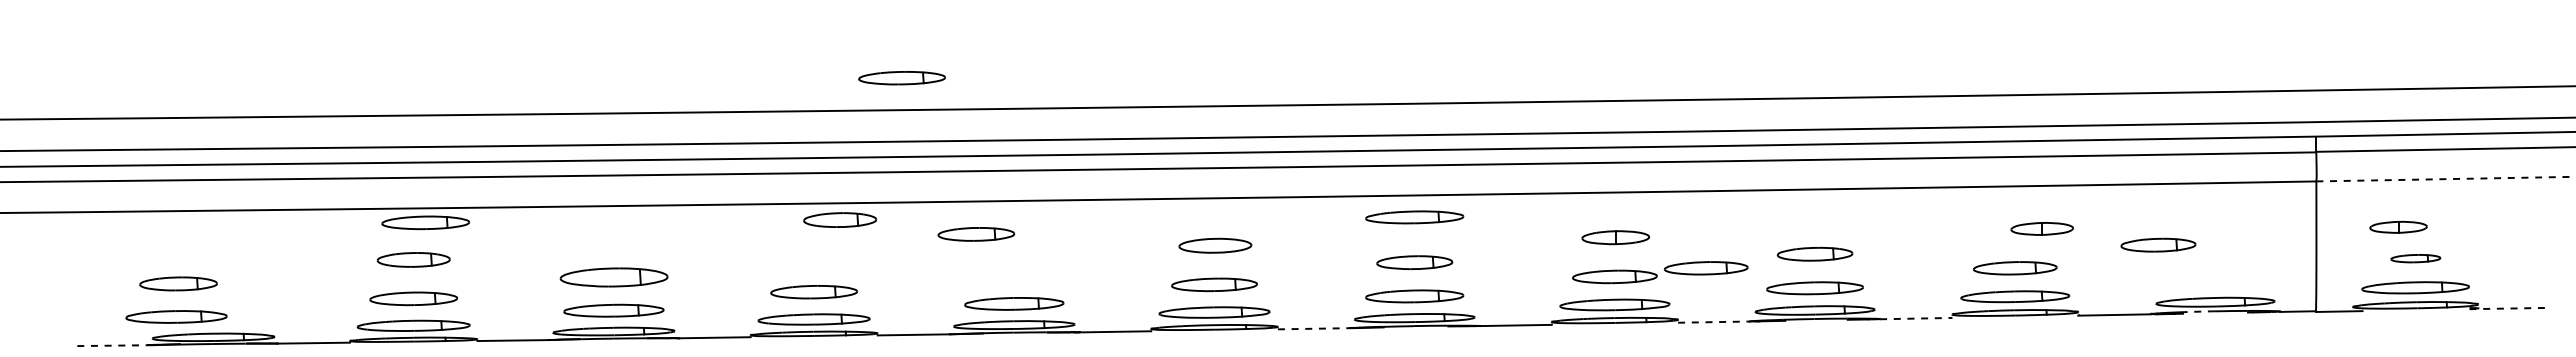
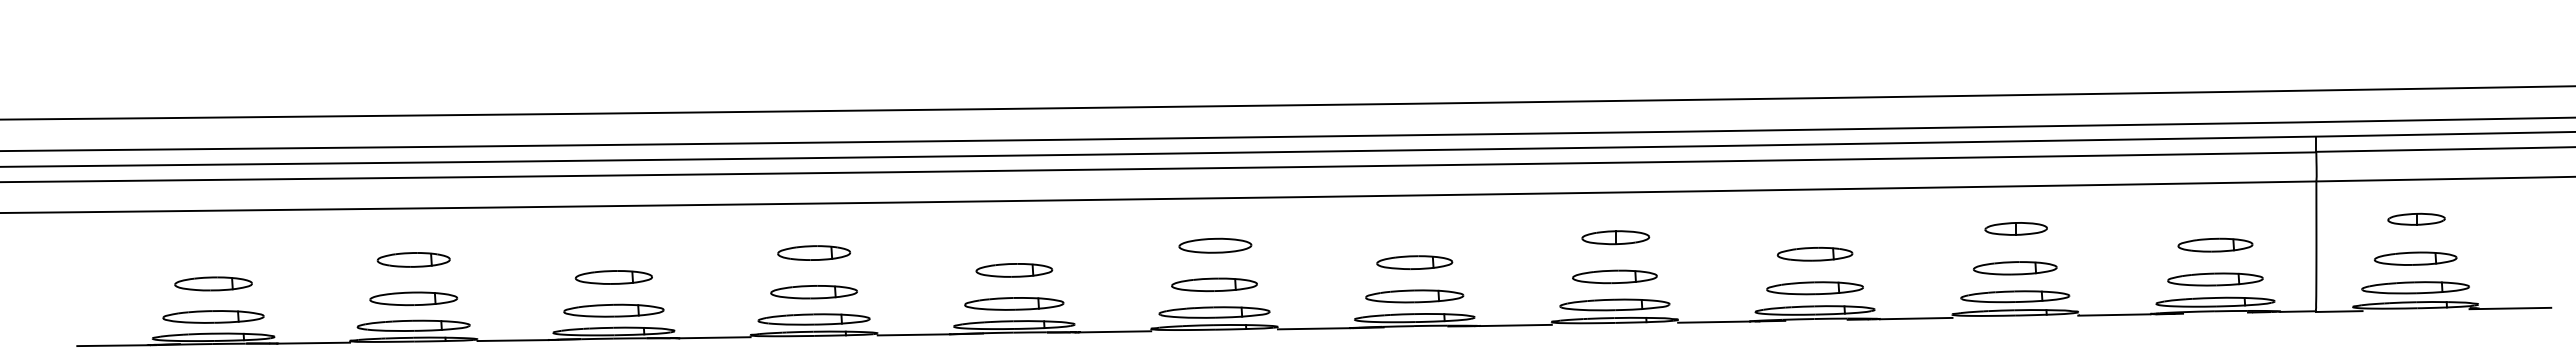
part at (901, 78): present -> none
arc at (2446, 179): dashed -> solid
part at (1414, 217): present -> none
part at (839, 219) position: (839, 219) -> (813, 252)
part at (425, 222): present -> none
part at (2398, 226) position: (2398, 226) -> (2416, 218)
part at (2041, 228) position: (2041, 228) -> (2015, 228)
part at (976, 234) position: (976, 234) -> (1014, 270)
part at (2158, 244) position: (2158, 244) -> (2215, 244)
part at (2415, 258) size: 52x10 px -> 84x15 px
part at (1705, 268): present -> none
part at (613, 277) size: 110x21 px -> 79x15 px
part at (2215, 279): none -> present
part at (178, 283) position: (178, 283) -> (213, 283)
line at (2510, 308): dashed -> solid
arc at (2198, 311): dashed -> solid
part at (176, 316) position: (176, 316) -> (213, 316)
line at (1916, 318): dashed -> solid
line at (1714, 322): dashed -> solid
line at (1315, 328): dashed -> solid
line at (114, 345): dashed -> solid
